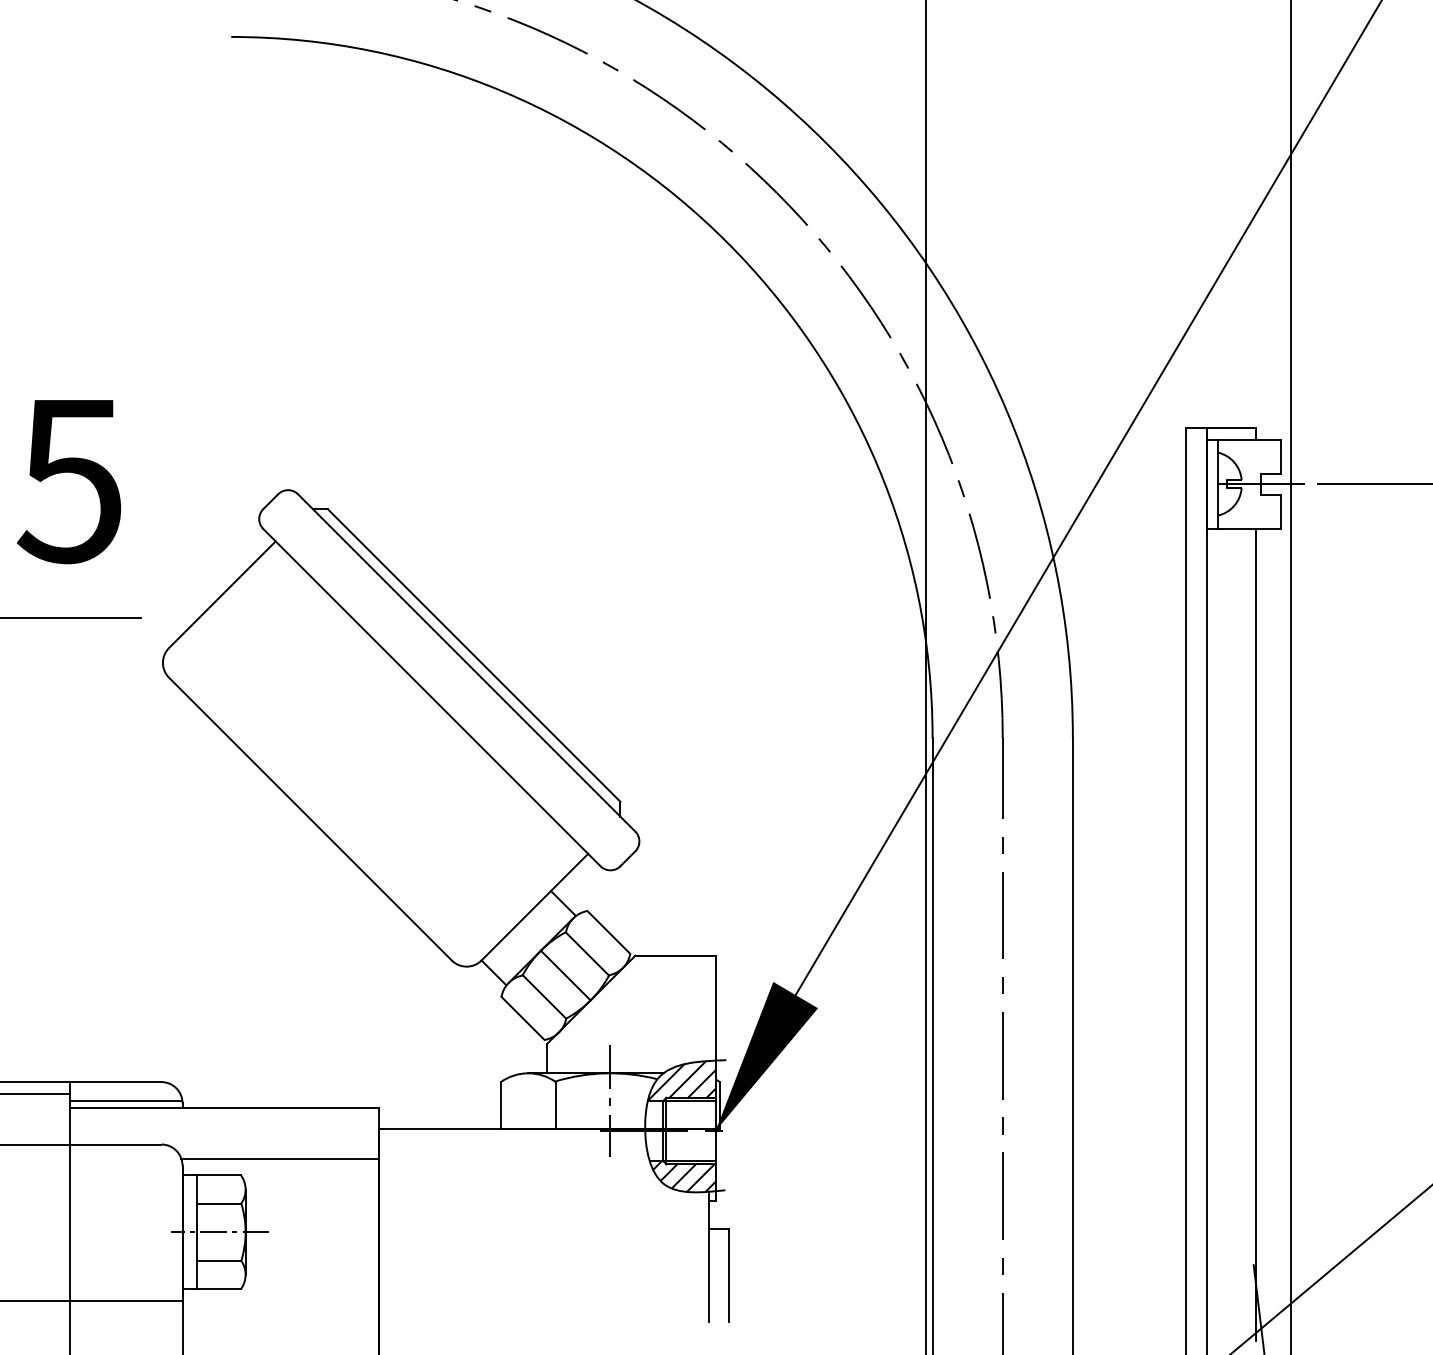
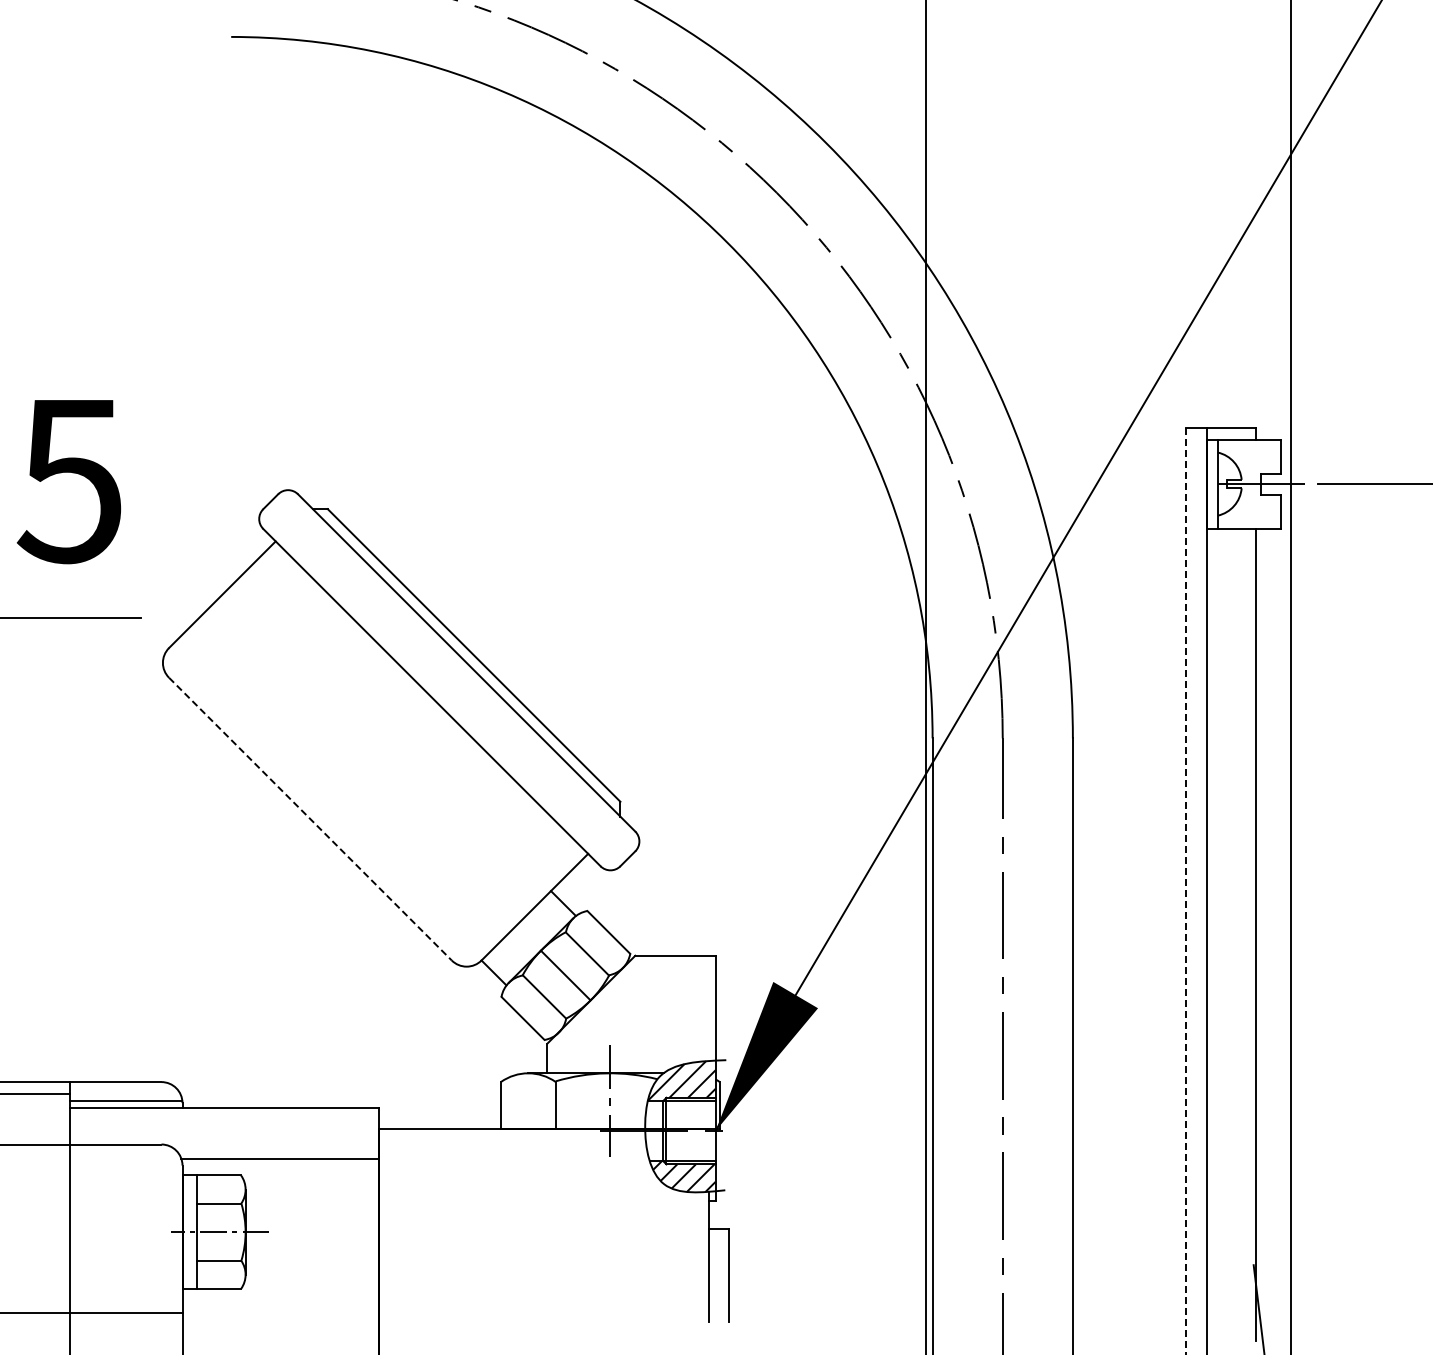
line at (310, 819): solid -> dashed
line at (1185, 891): solid -> dashed
line at (1331, 1269): present -> none
line at (92, 1300) position: (92, 1300) -> (92, 1312)
